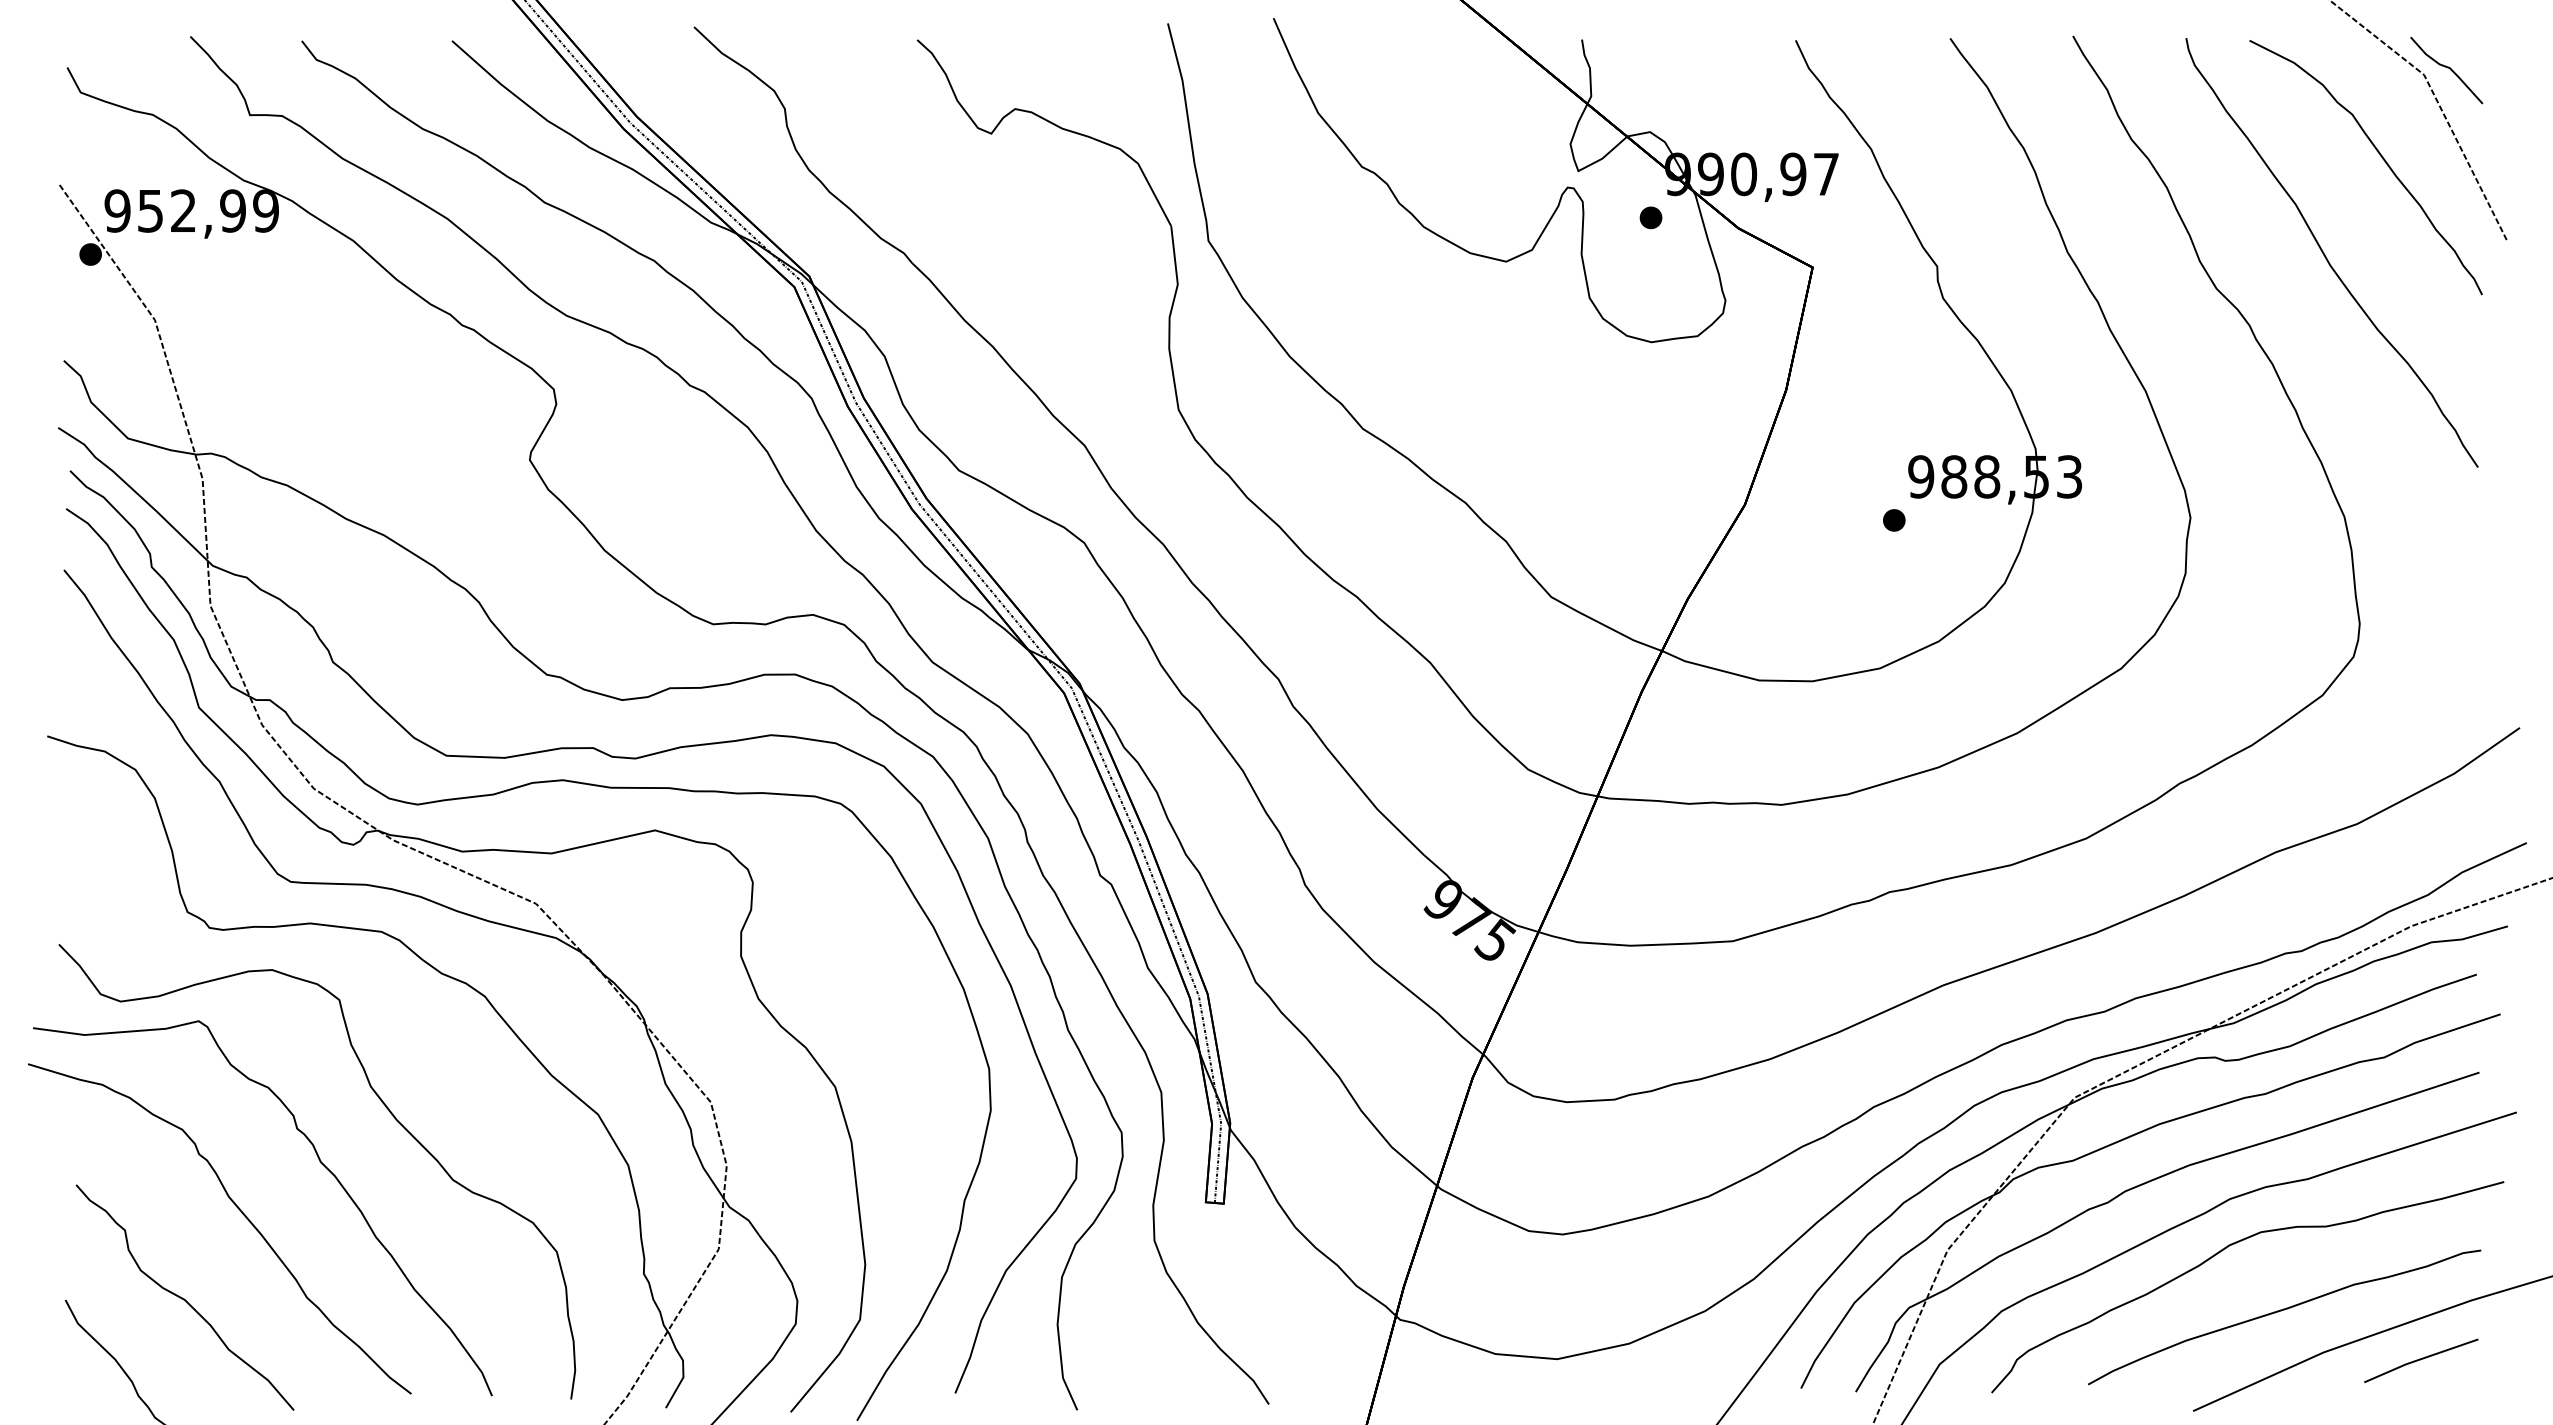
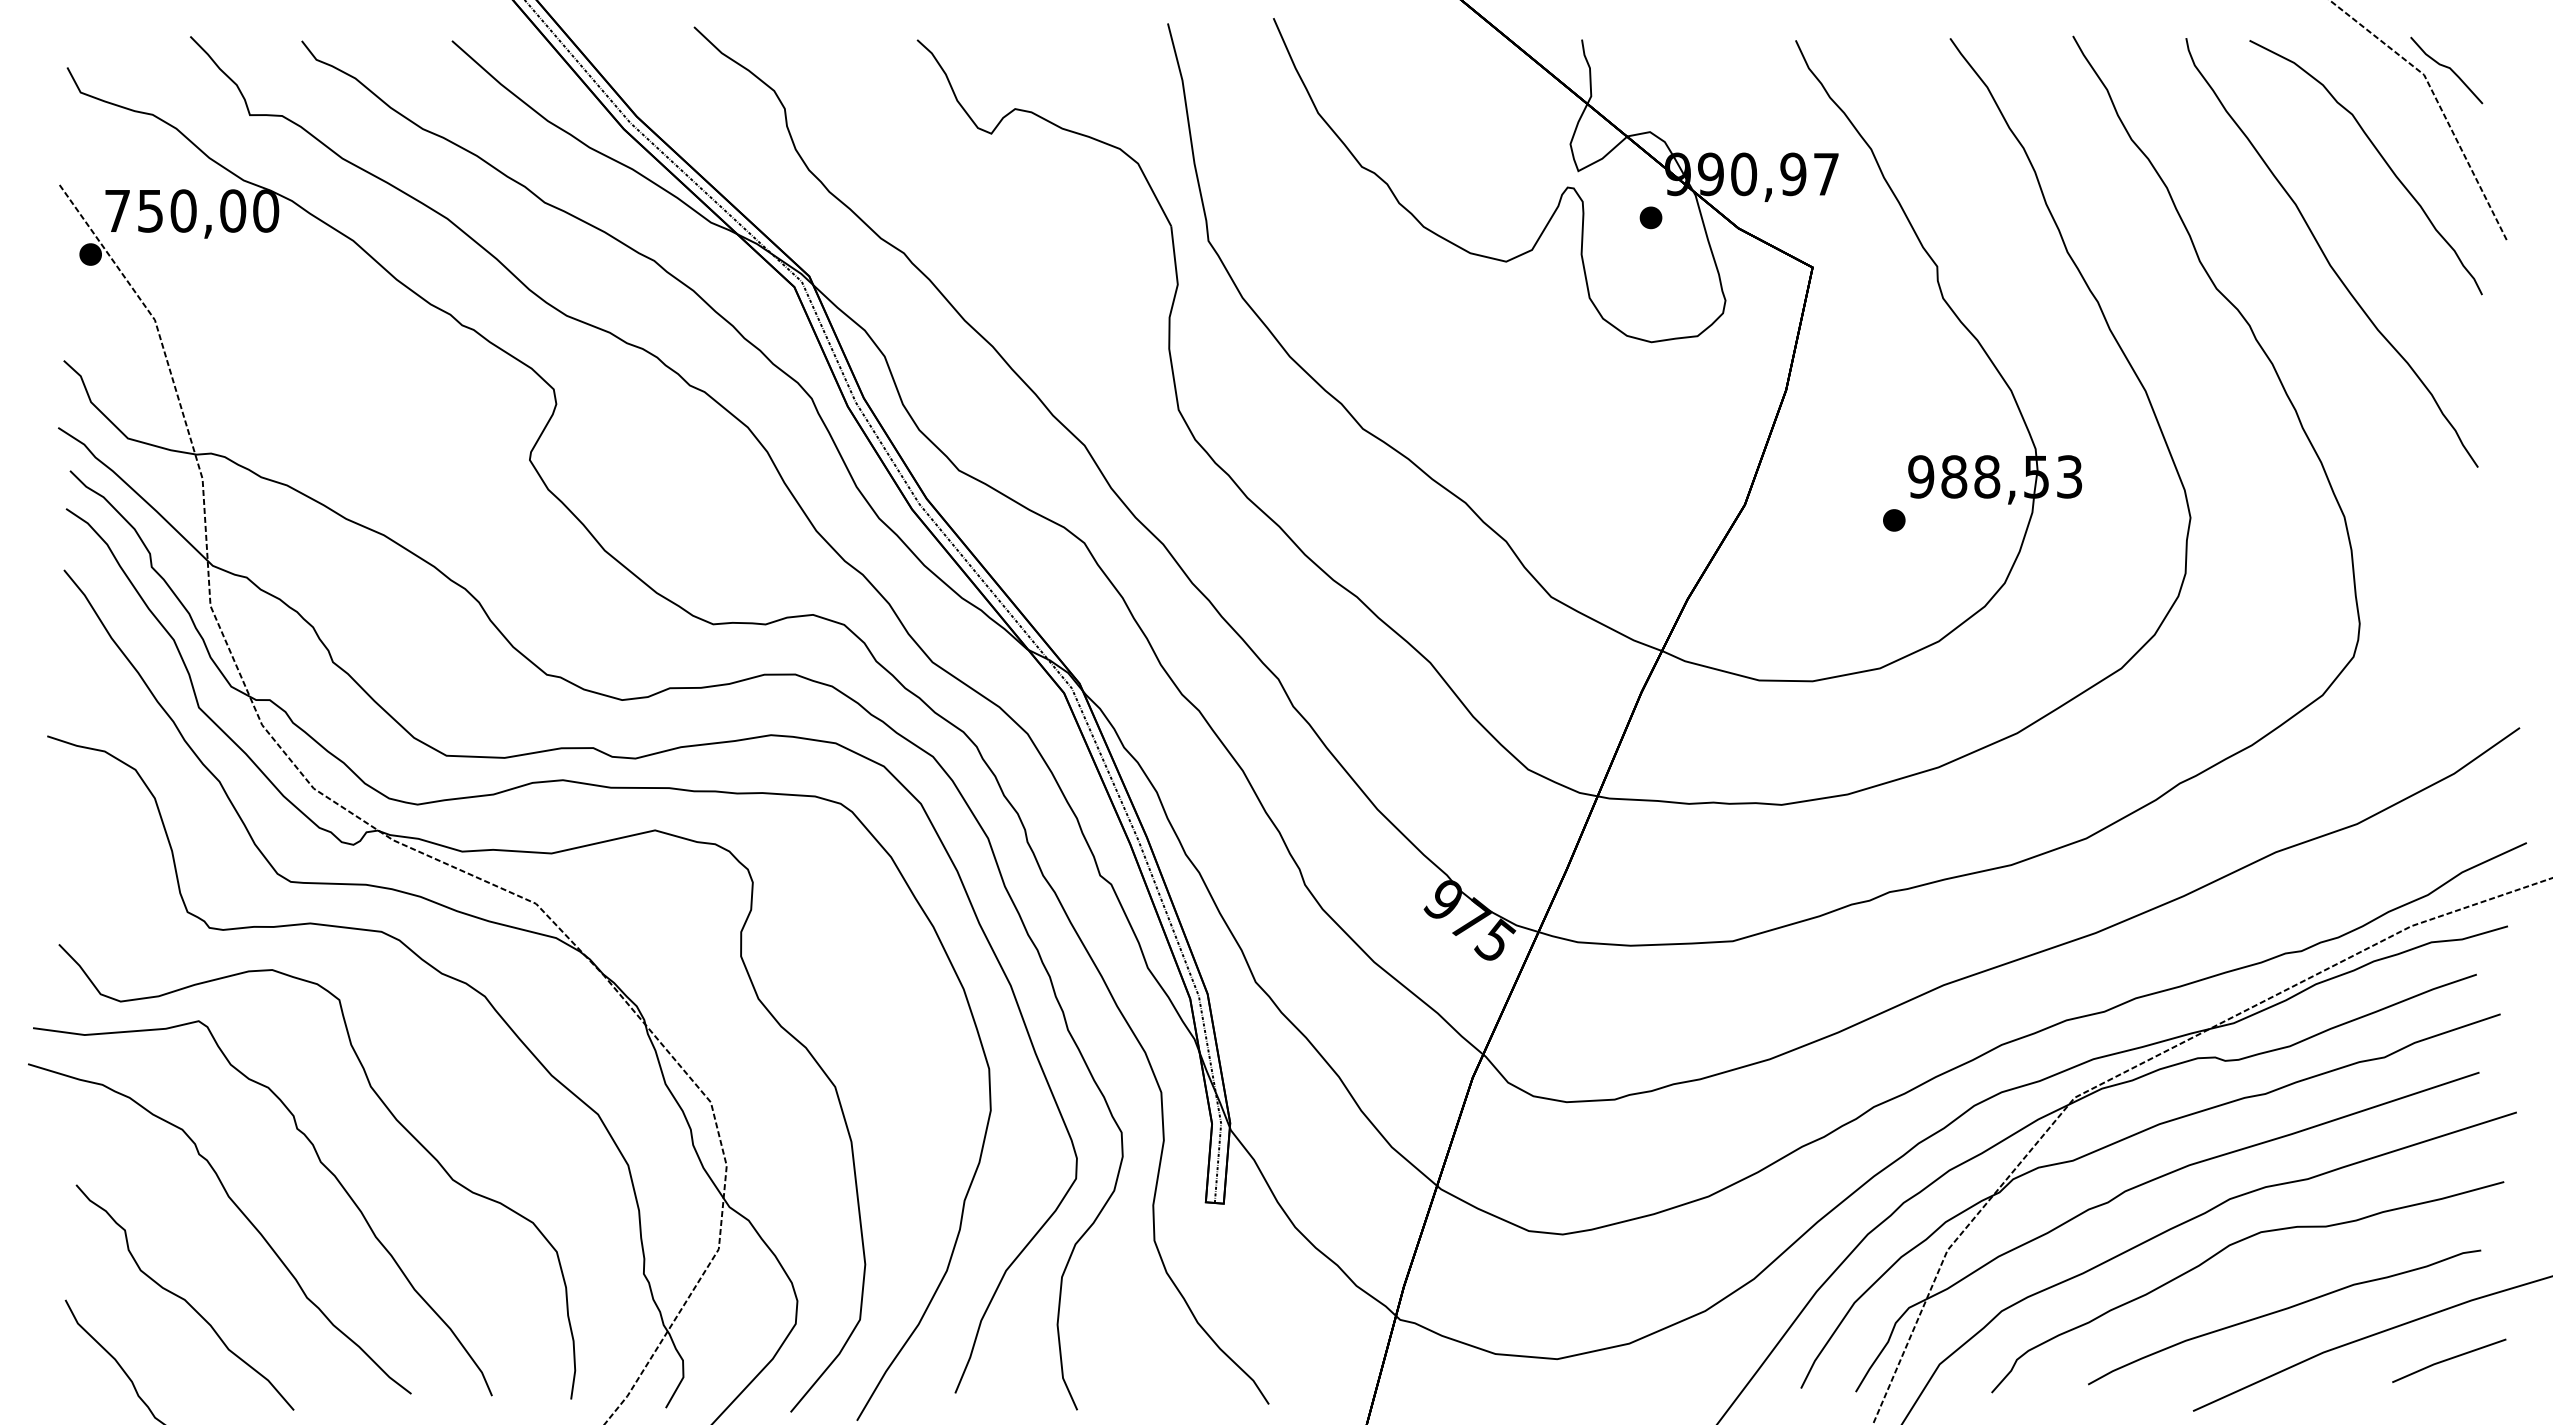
text at (191, 210): 952,99 -> 750,00
line at (2421, 1359) position: (2421, 1359) -> (2449, 1359)
